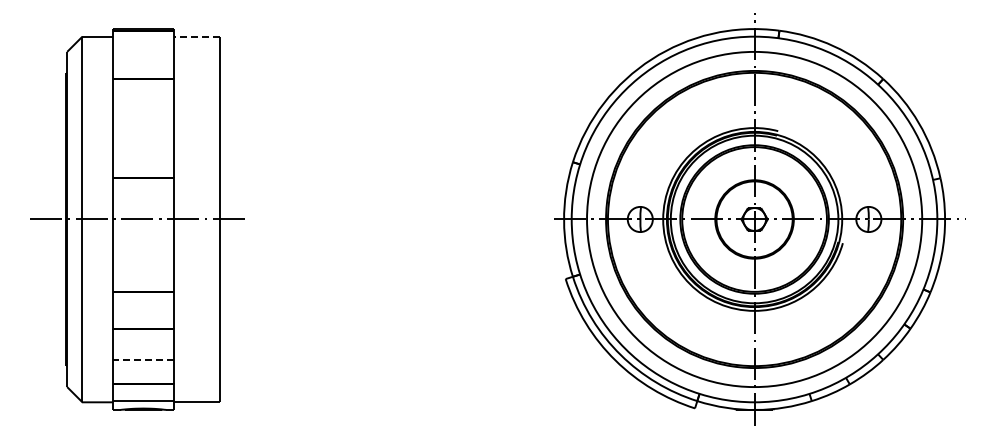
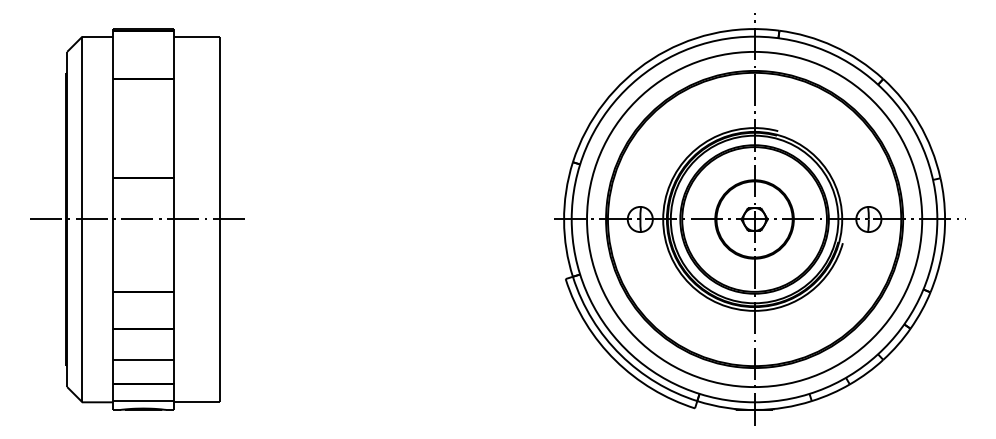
line at (196, 36): dashed -> solid
line at (142, 359): dashed -> solid
